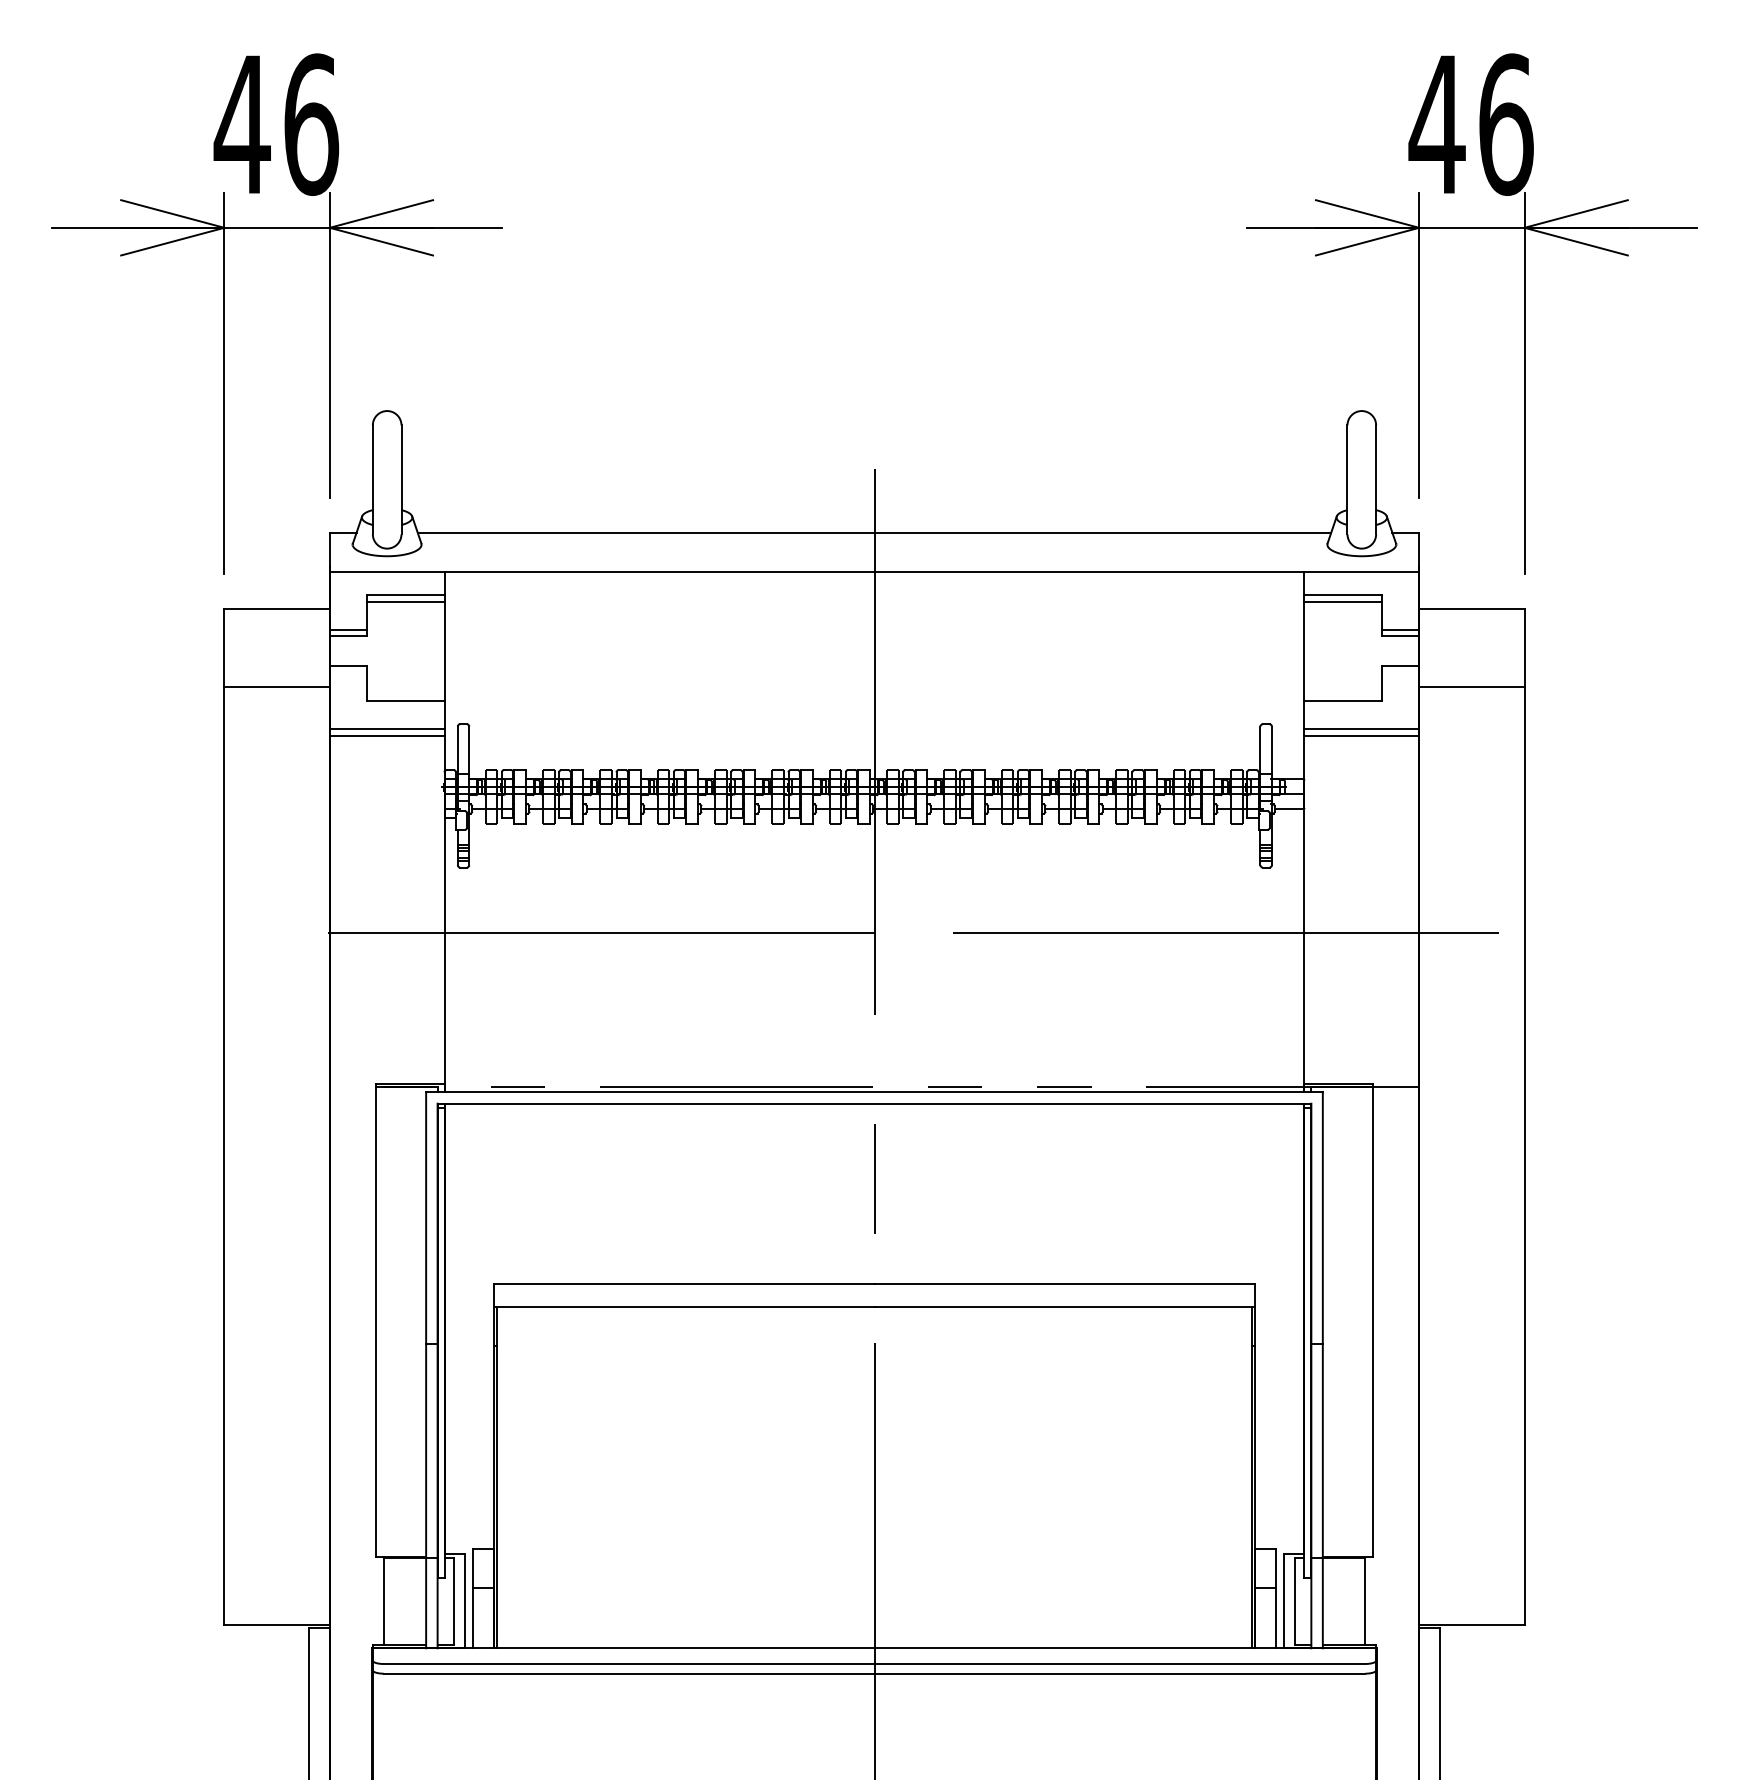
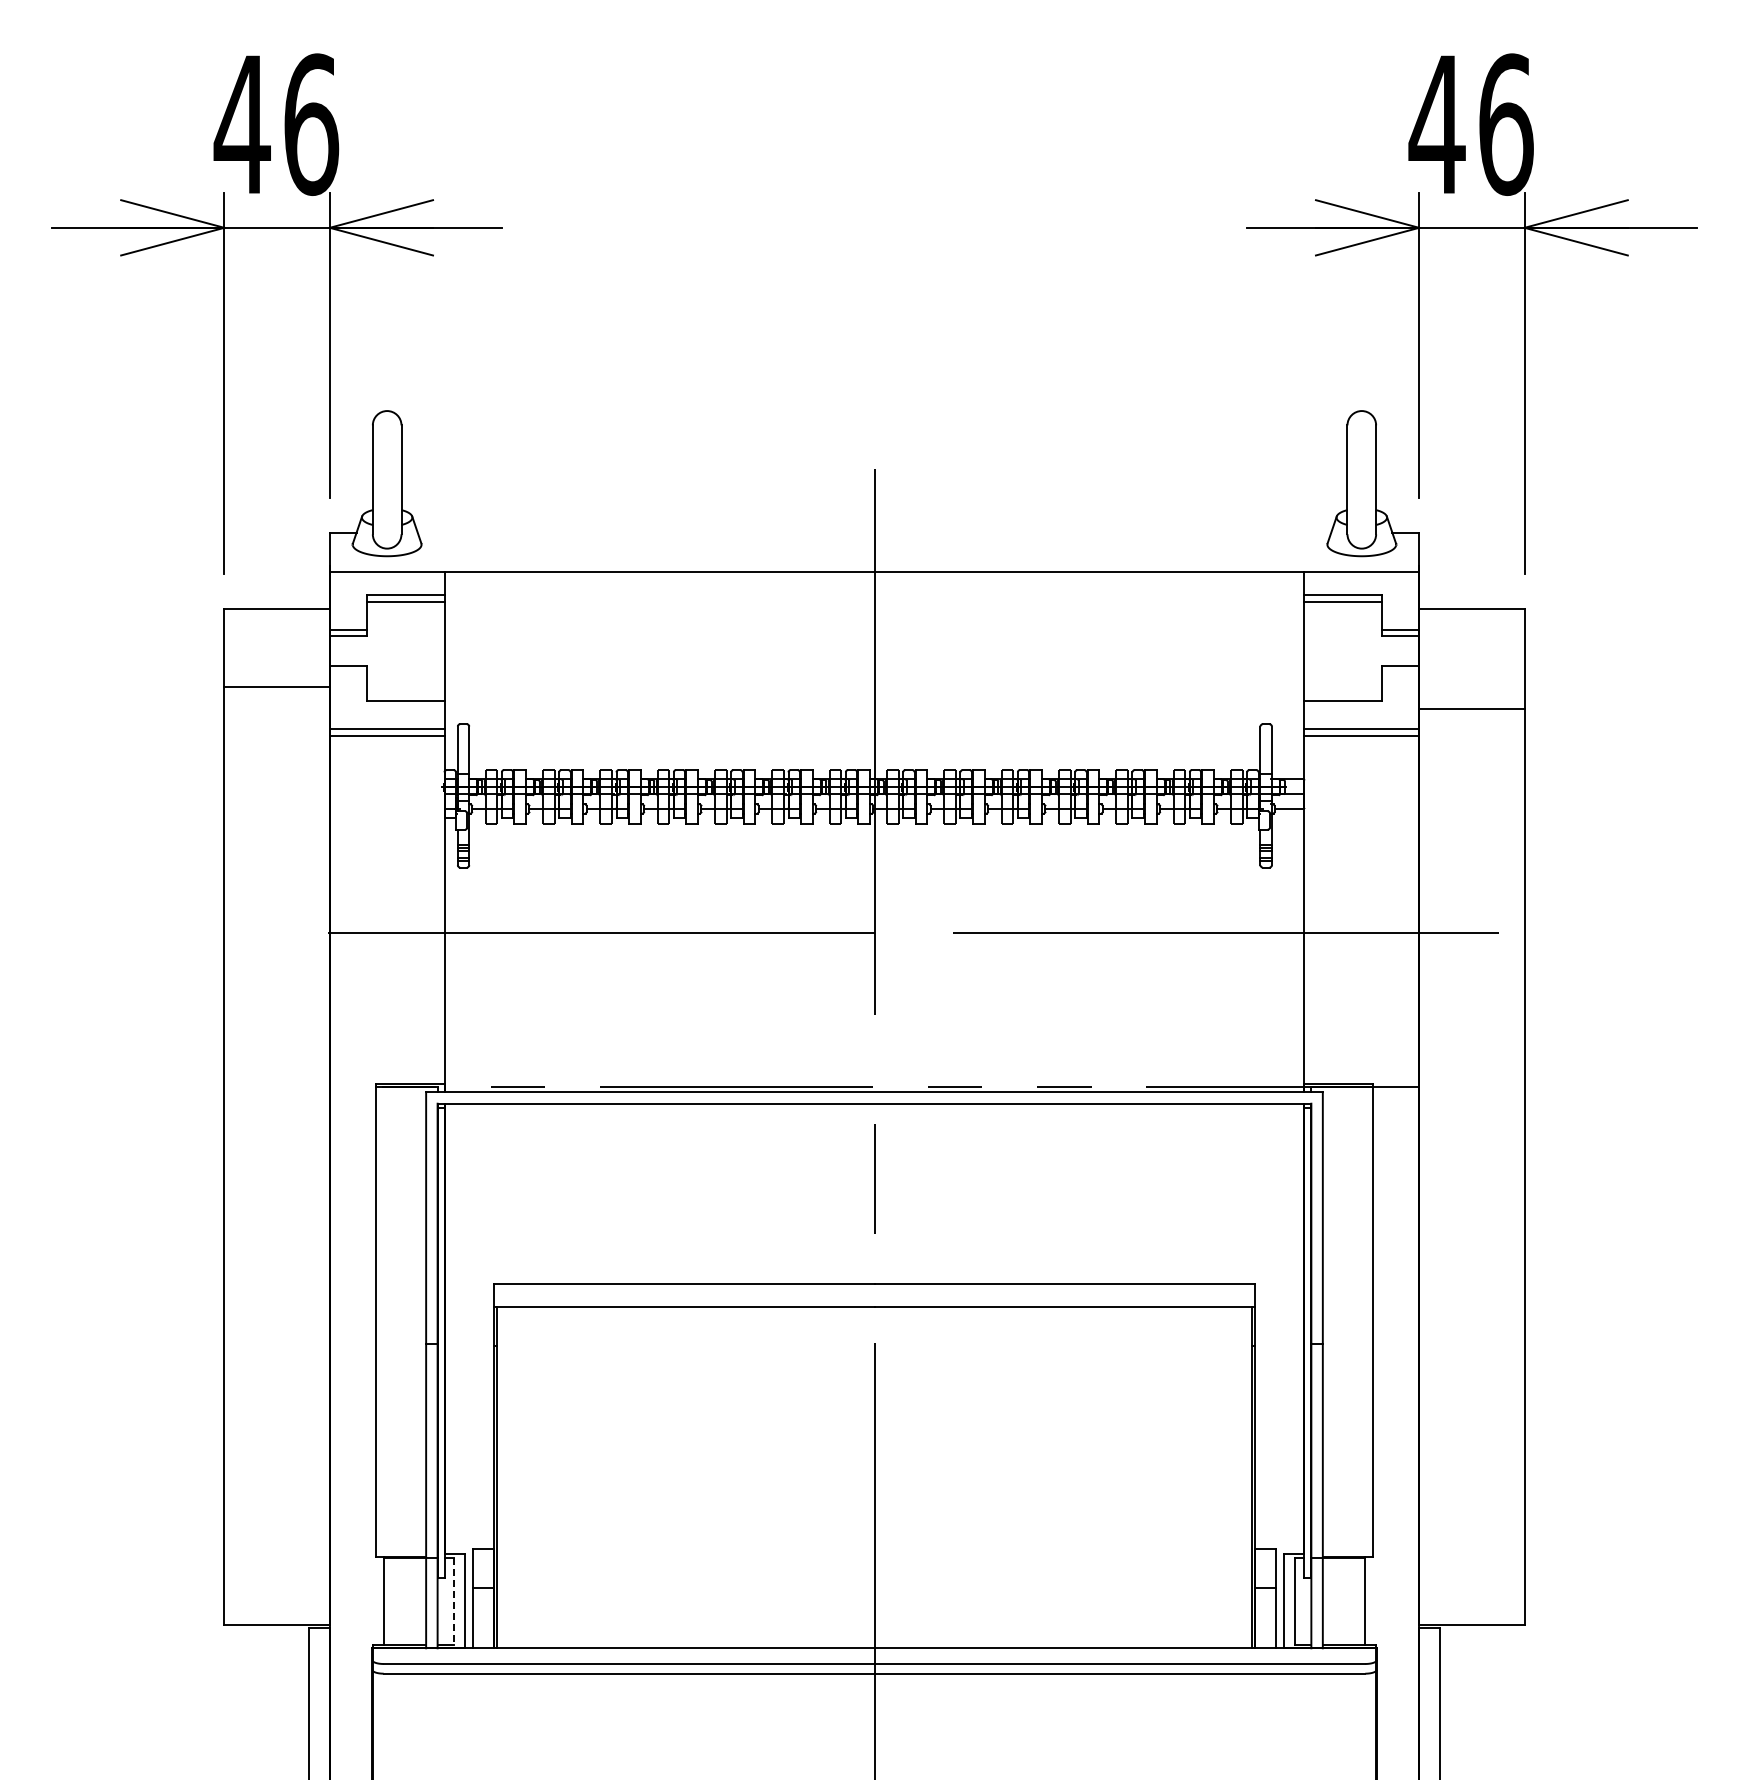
line at (874, 532): present -> none
line at (1471, 687) position: (1471, 687) -> (1471, 709)
line at (454, 1601): solid -> dashed
